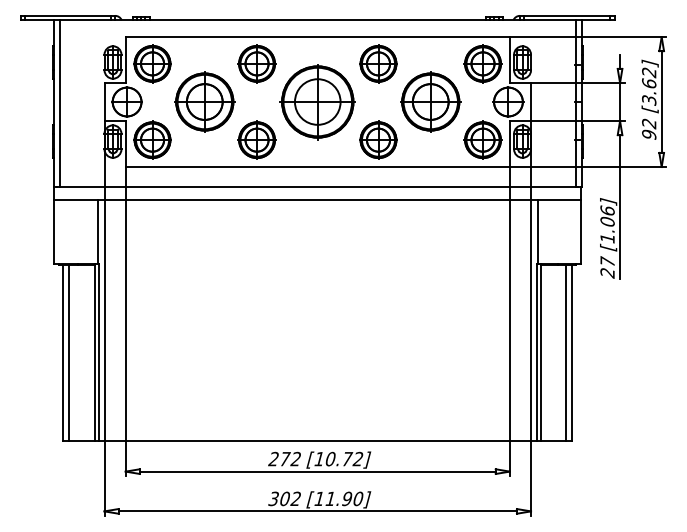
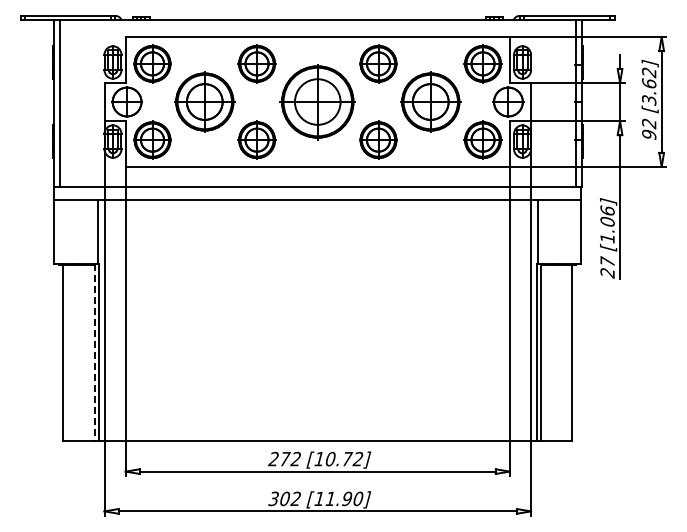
line at (69, 352): present -> none
line at (566, 352): present -> none
line at (94, 353): solid -> dashed
